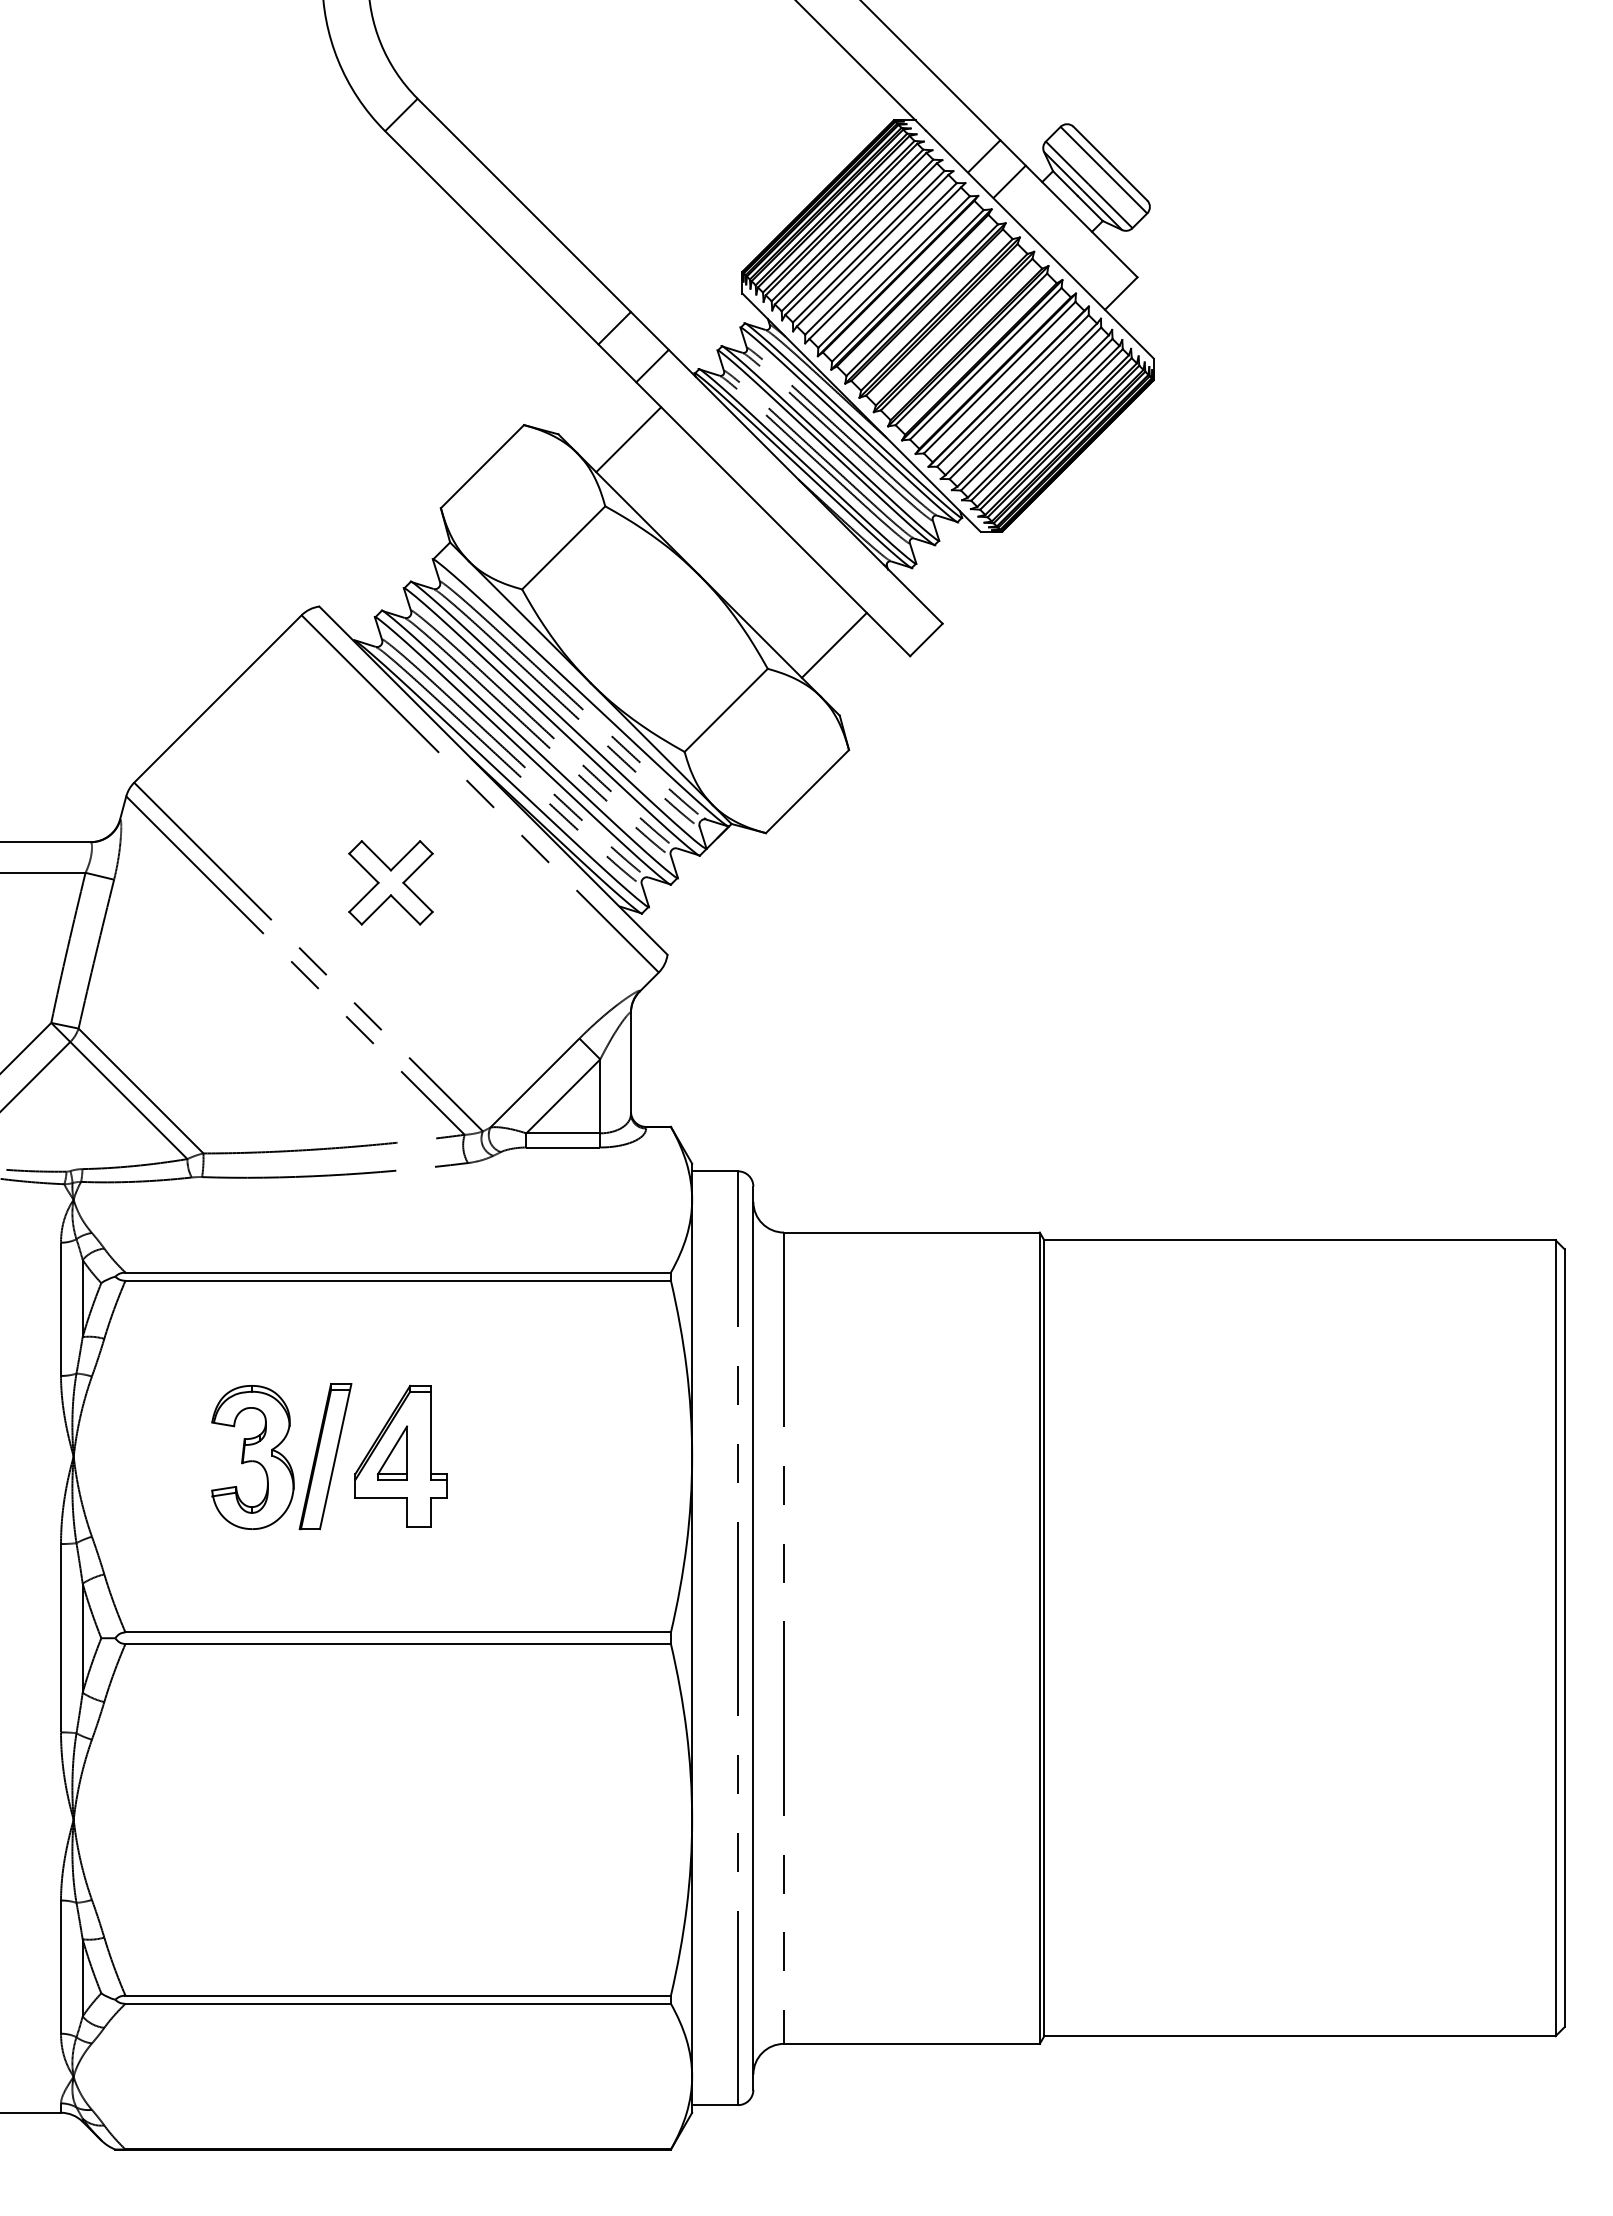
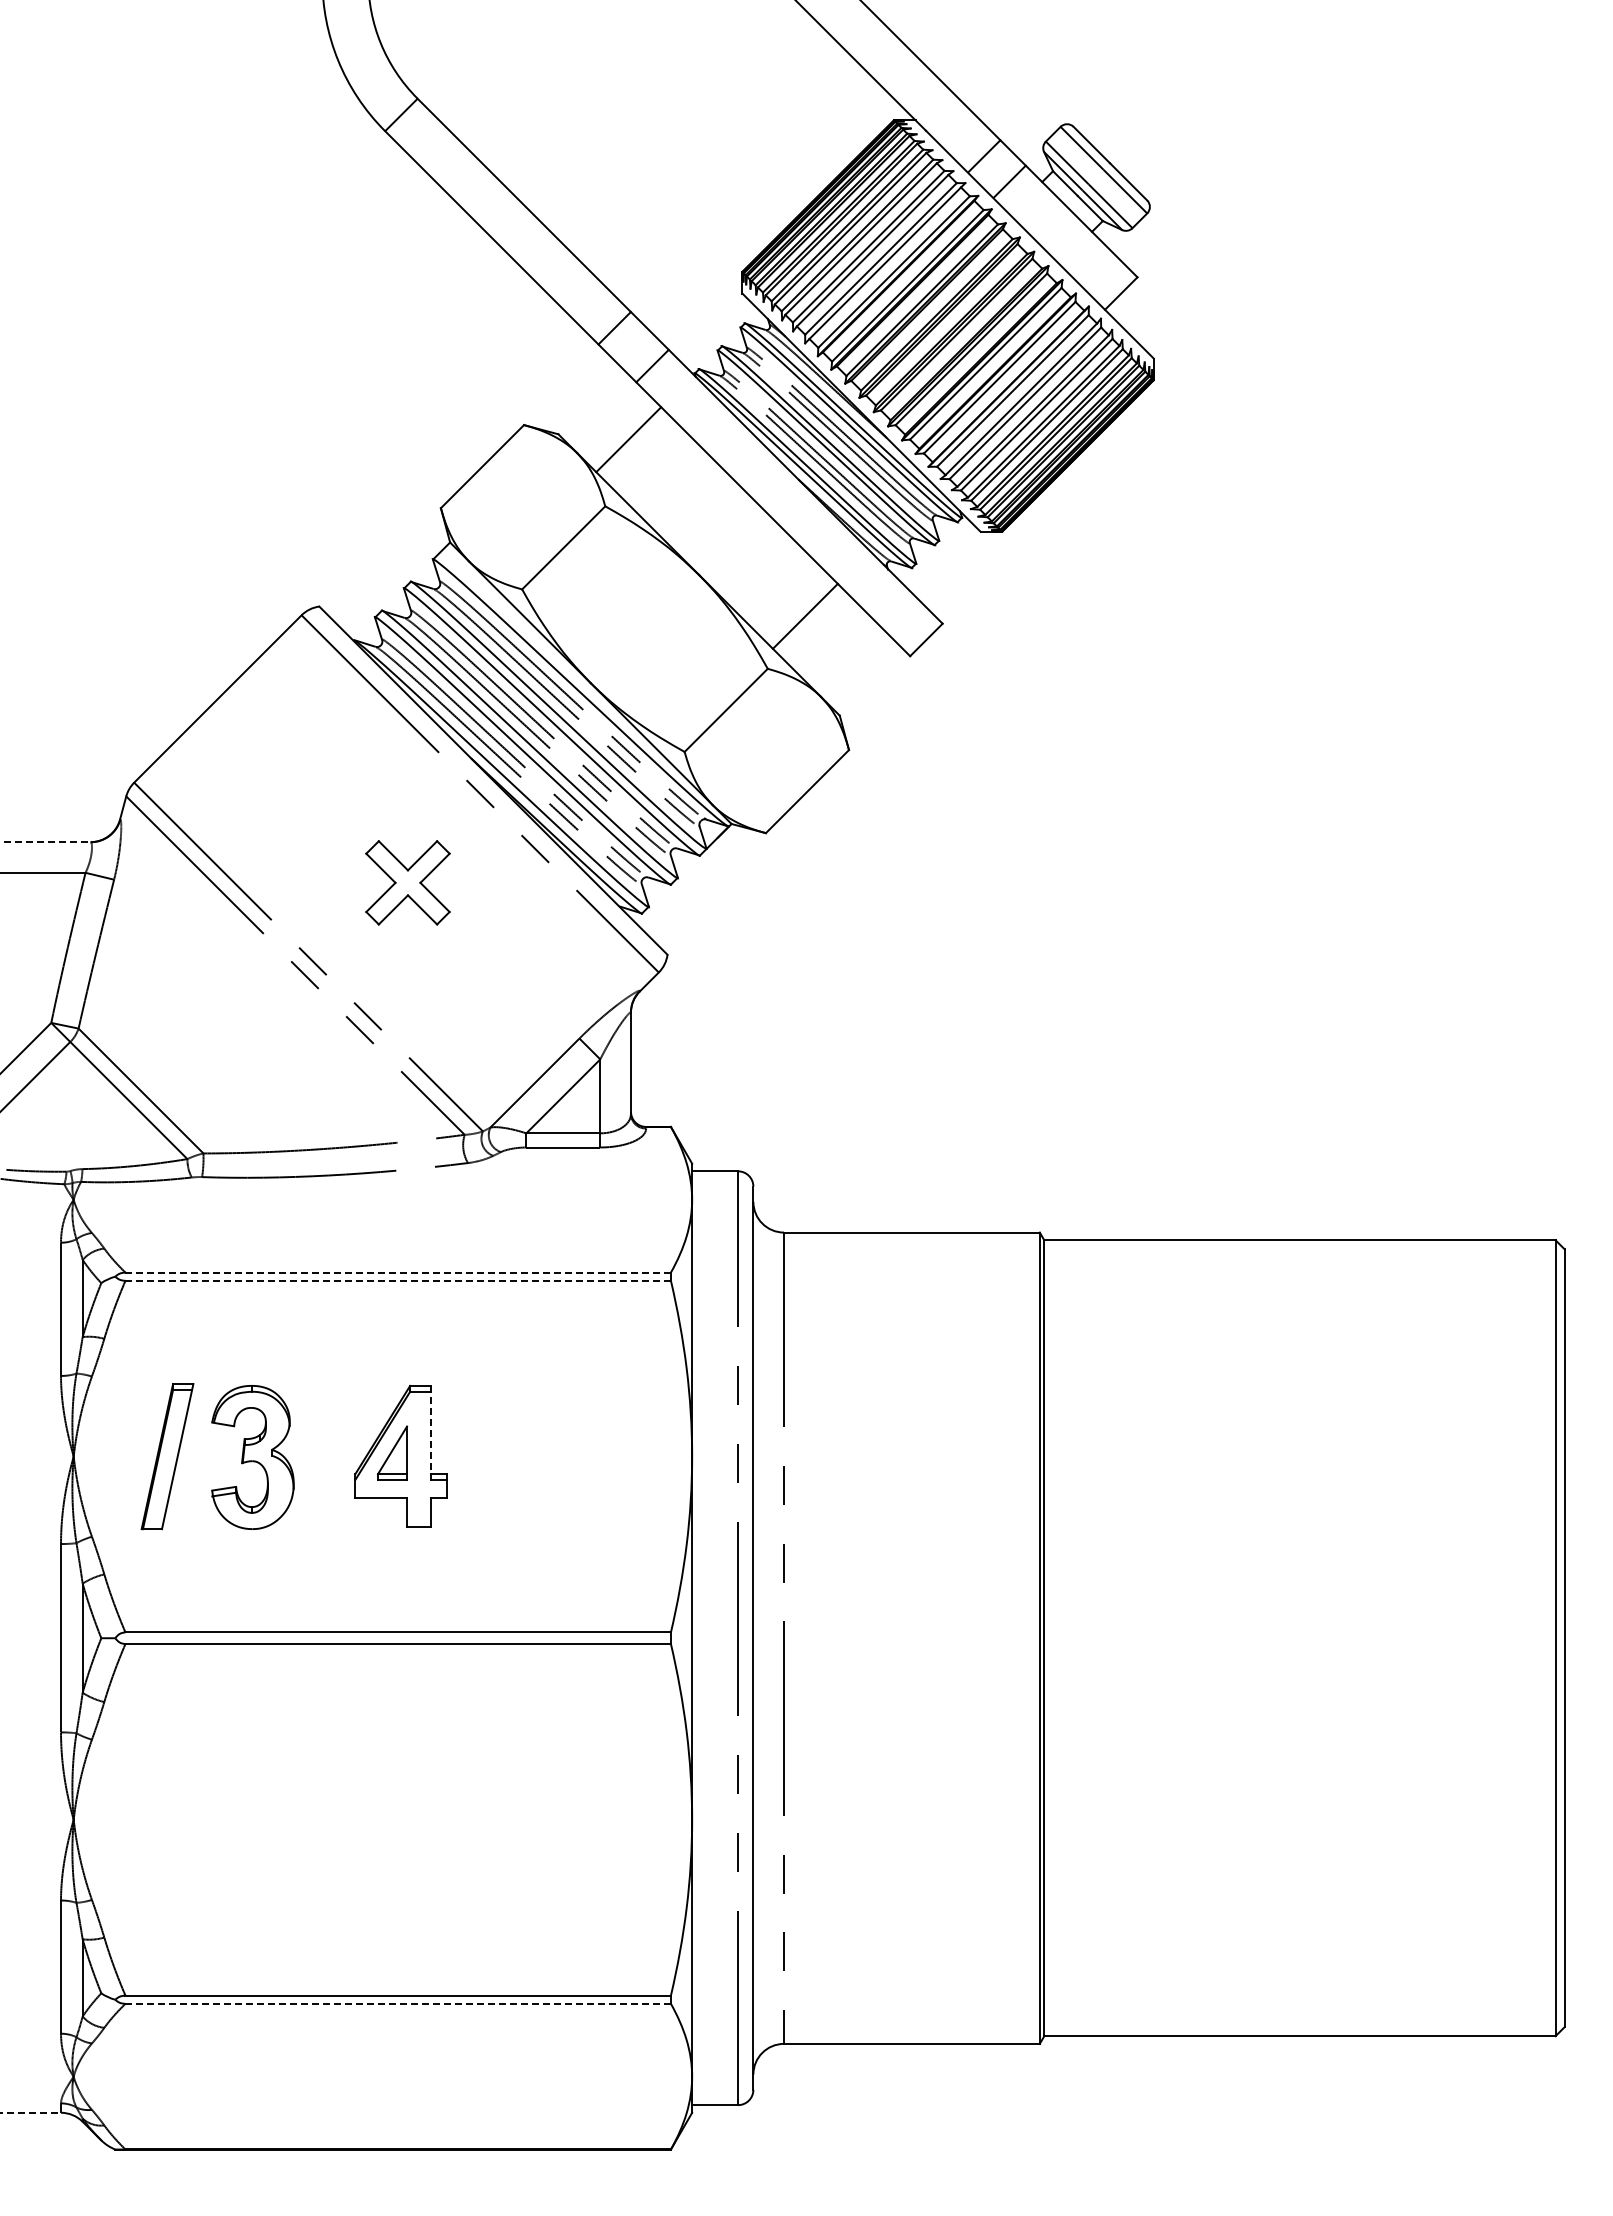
line at (833, 644) position: (833, 644) -> (804, 615)
line at (45, 842): solid -> dashed
part at (390, 882) position: (390, 882) -> (407, 882)
line at (398, 1272): solid -> dashed
line at (398, 1280): solid -> dashed
line at (430, 1430): solid -> dashed
part at (325, 1456) position: (325, 1456) -> (167, 1456)
line at (398, 2003): solid -> dashed
line at (31, 2112): solid -> dashed
